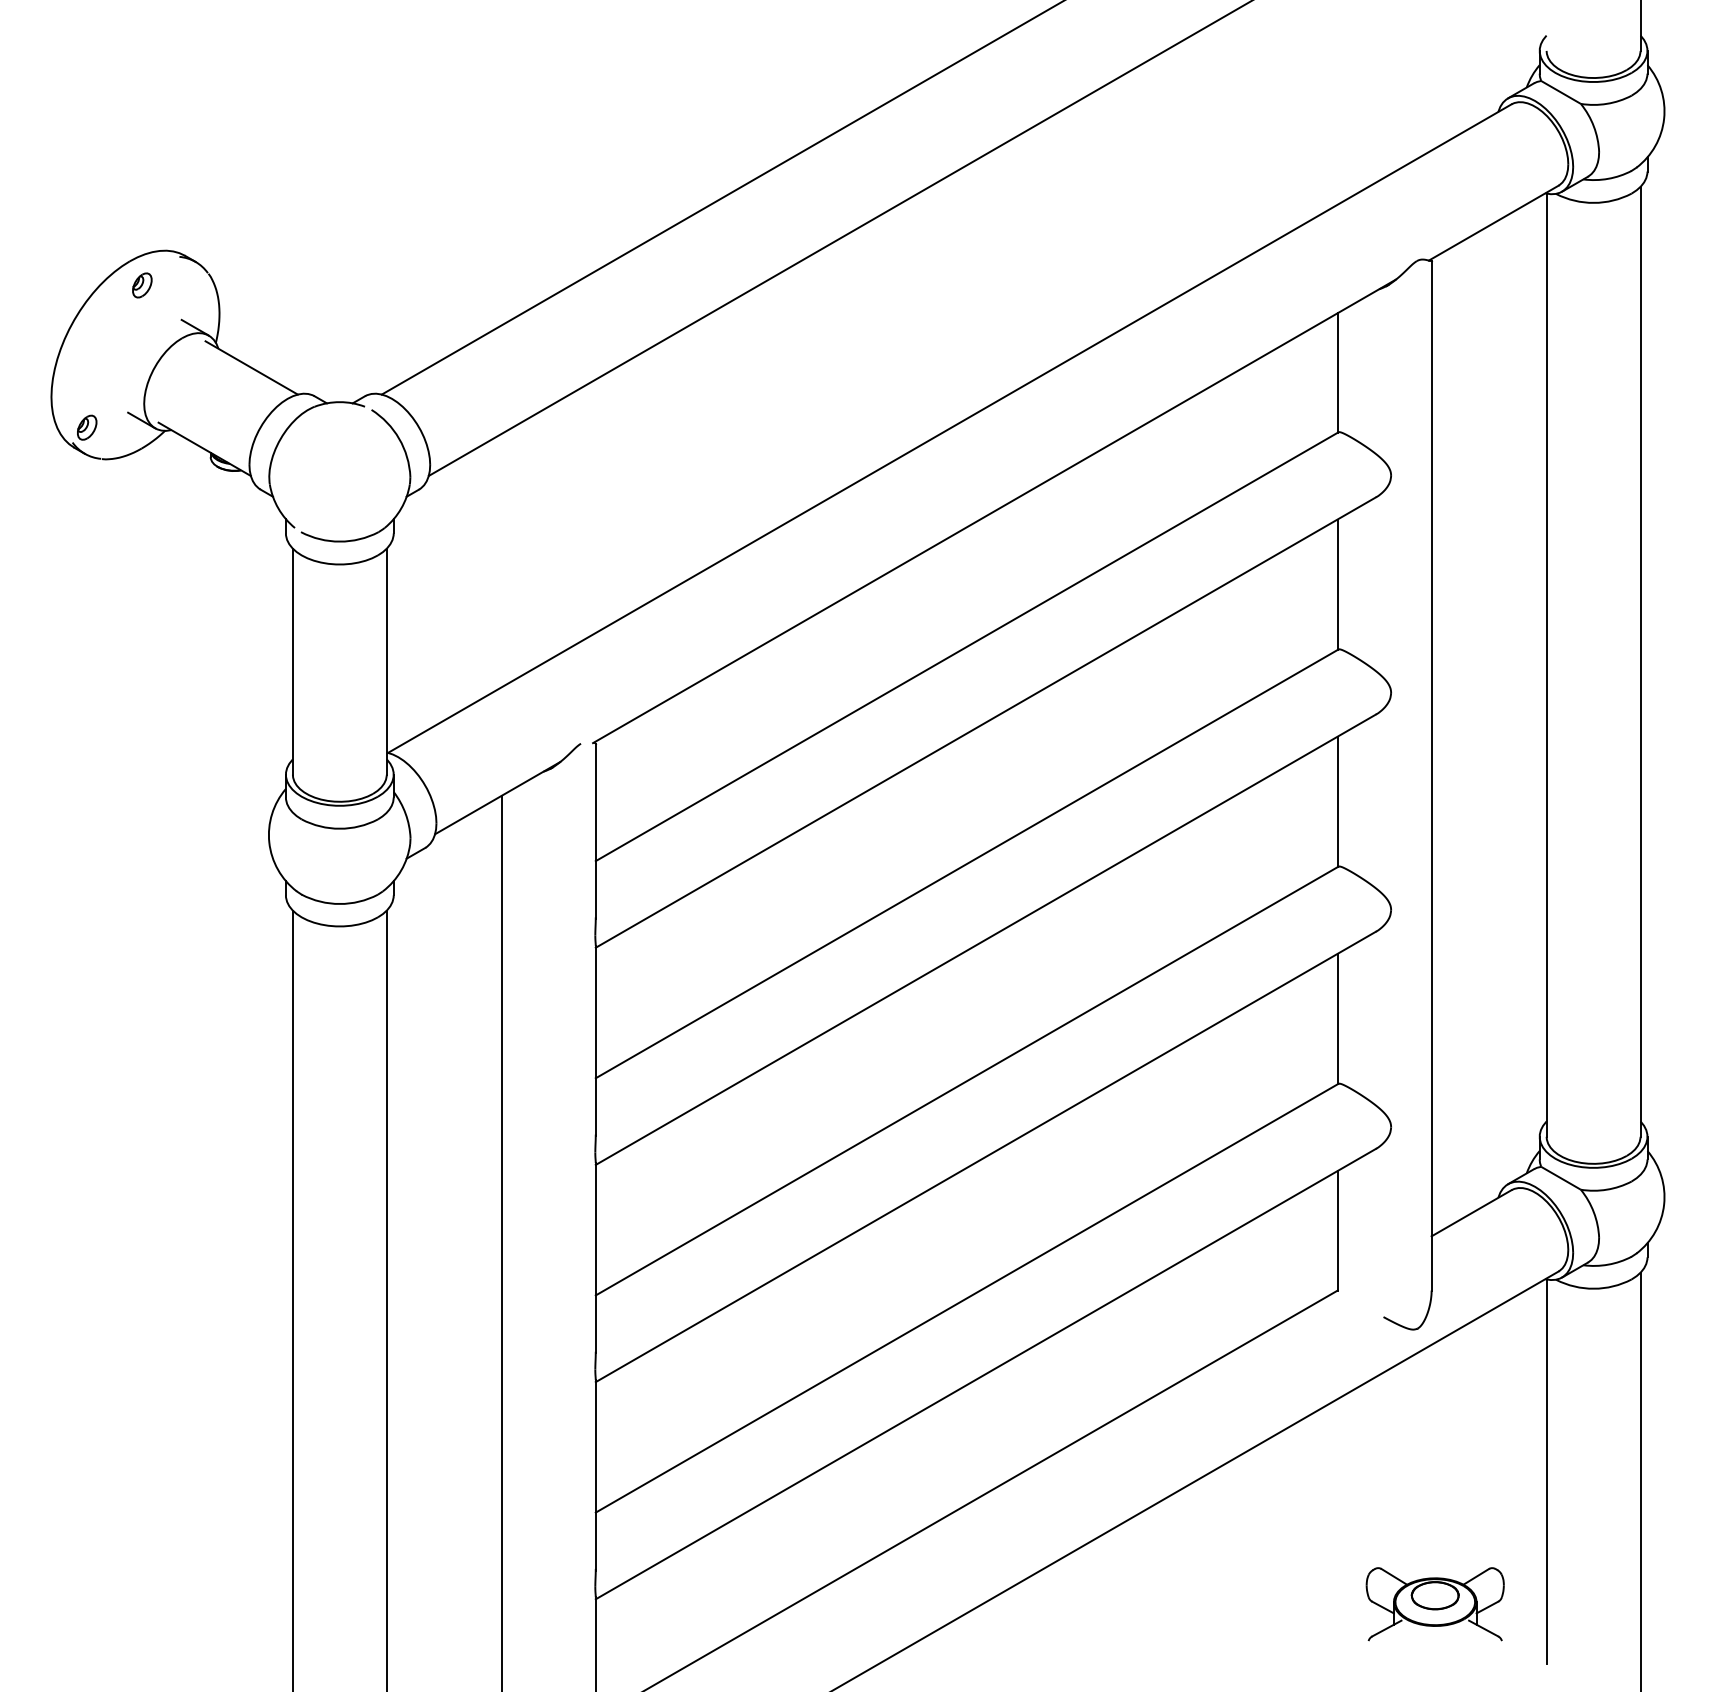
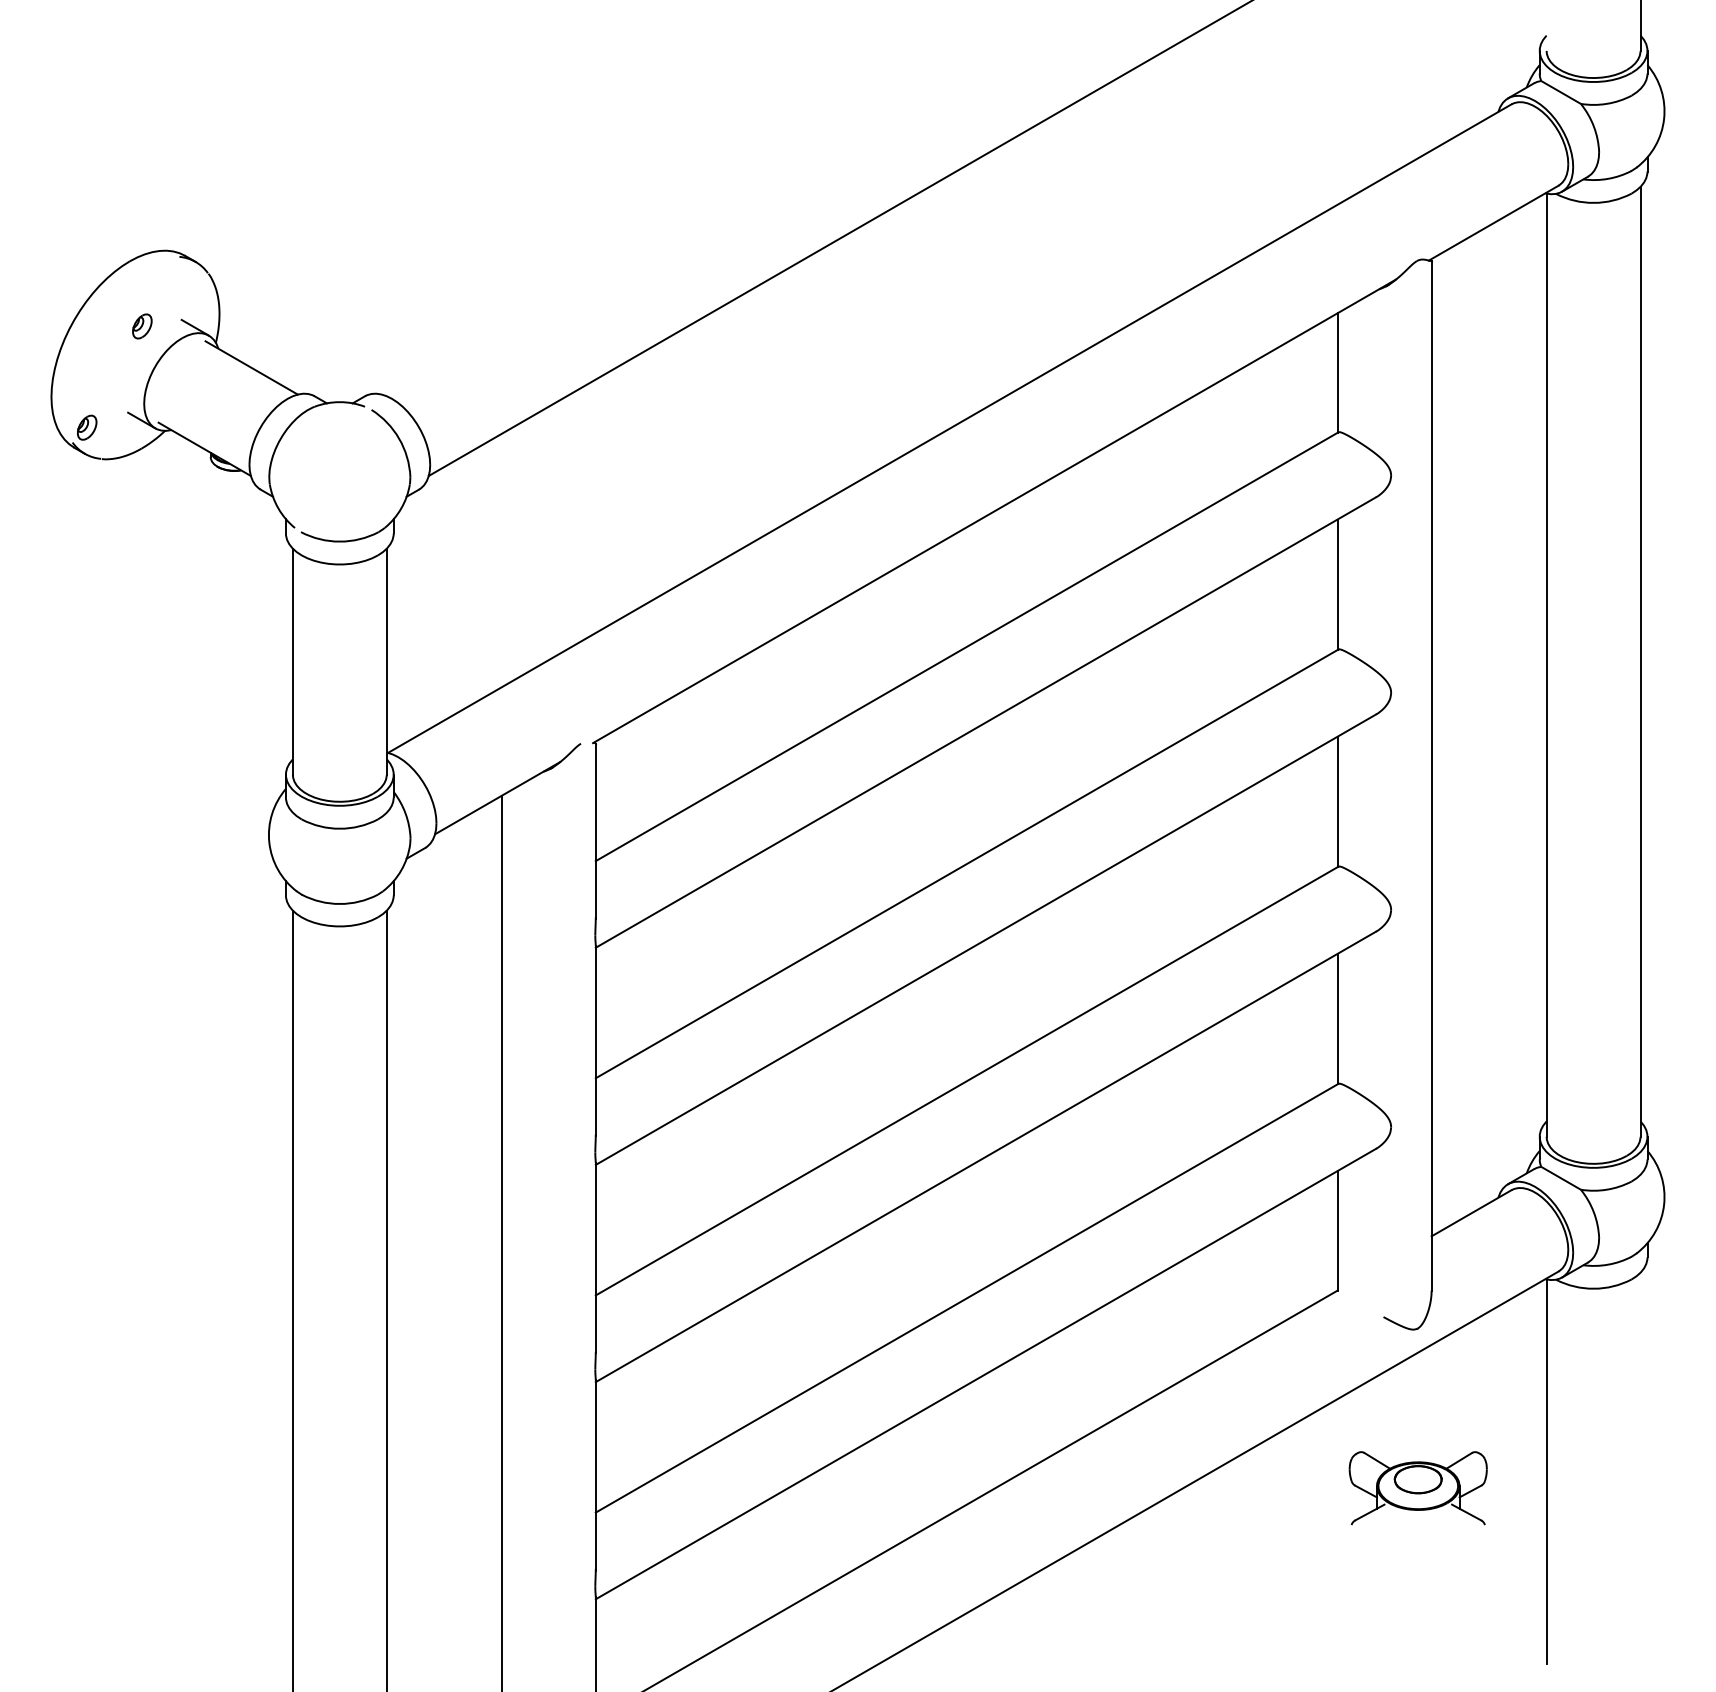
line at (721, 198): present -> none
part at (142, 285) position: (142, 285) -> (142, 326)
line at (1640, 1480): present -> none
part at (1434, 1604) position: (1434, 1604) -> (1417, 1488)
